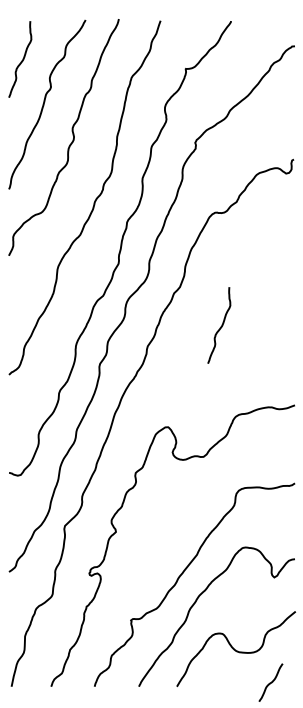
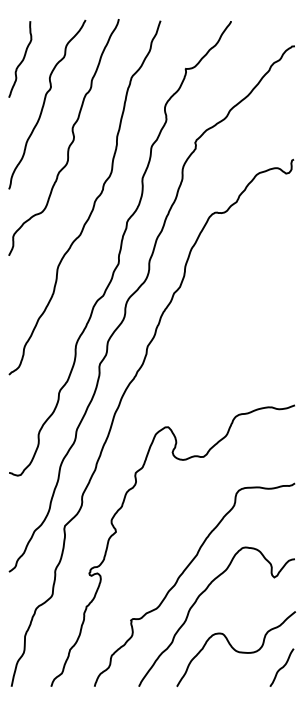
curve at (220, 326): present -> none
curve at (270, 682) position: (270, 682) -> (281, 667)
